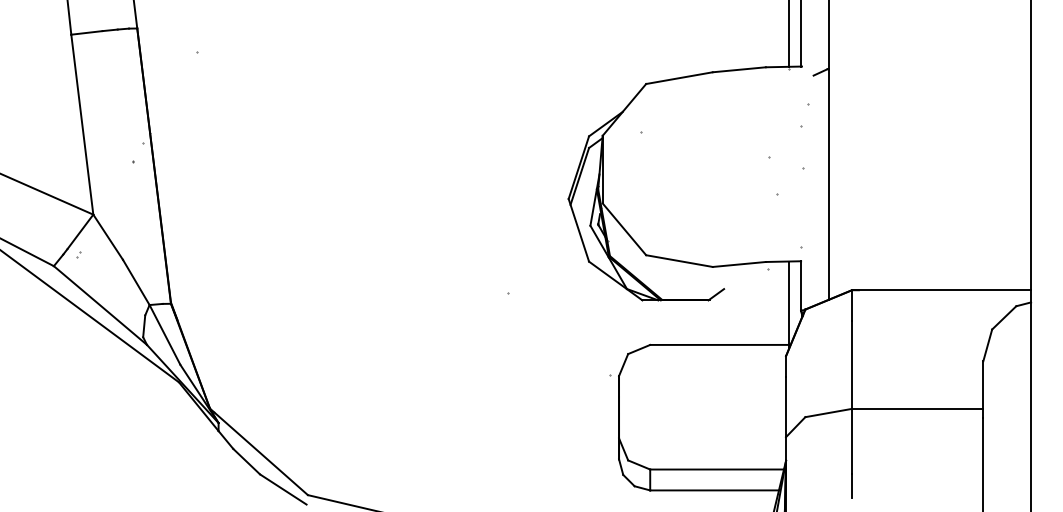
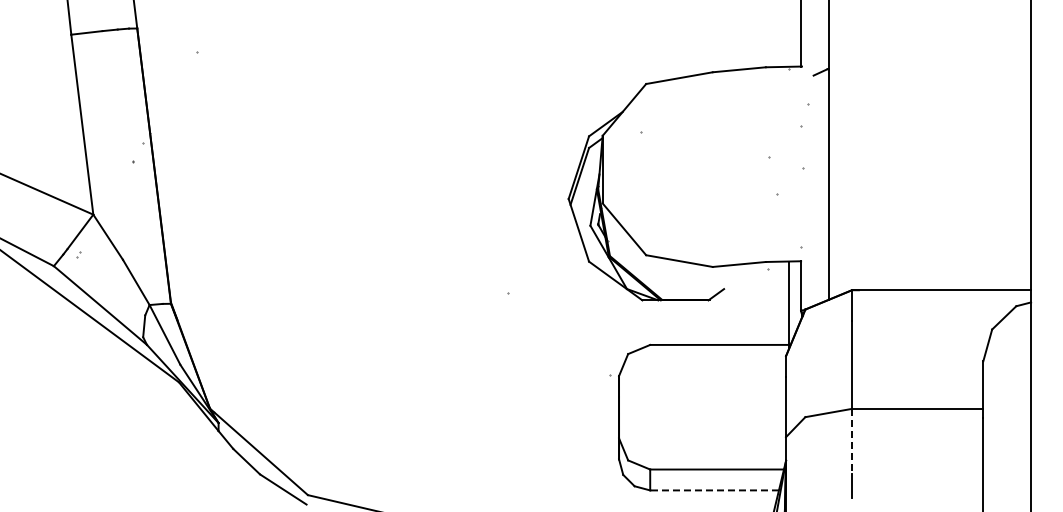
line at (789, 34): present -> none
line at (851, 441): solid -> dashed
line at (714, 490): solid -> dashed
